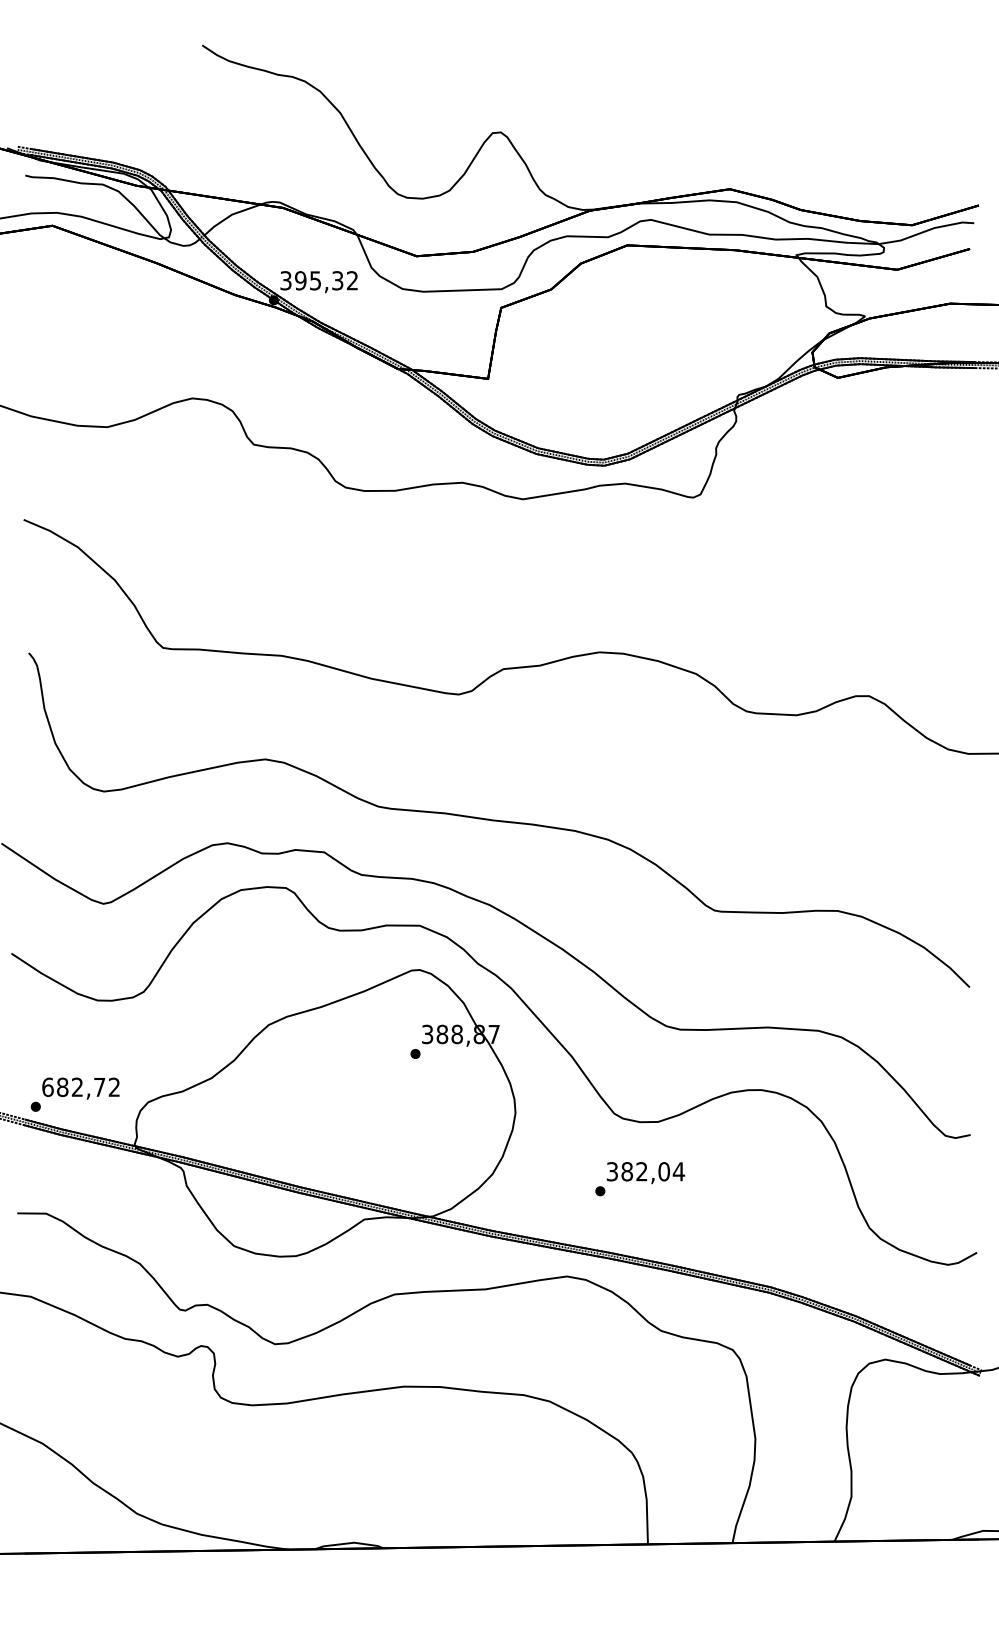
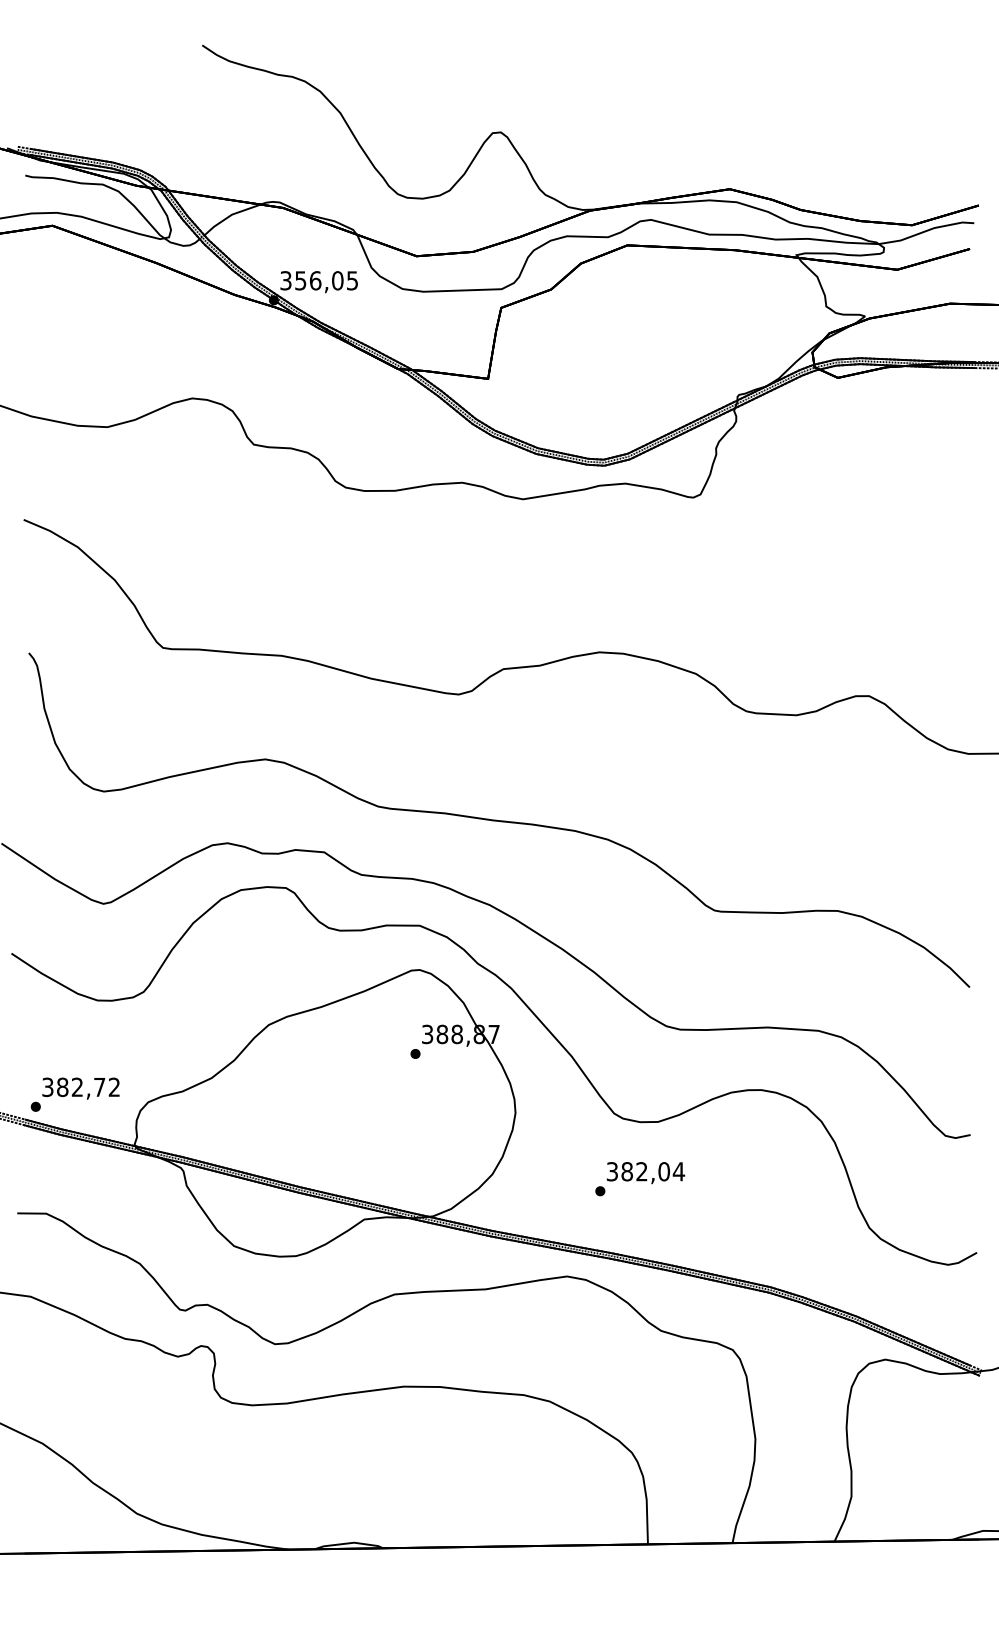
text at (326, 280): 395,32 -> 356,05
text at (47, 1087): 682,72 -> 382,72
